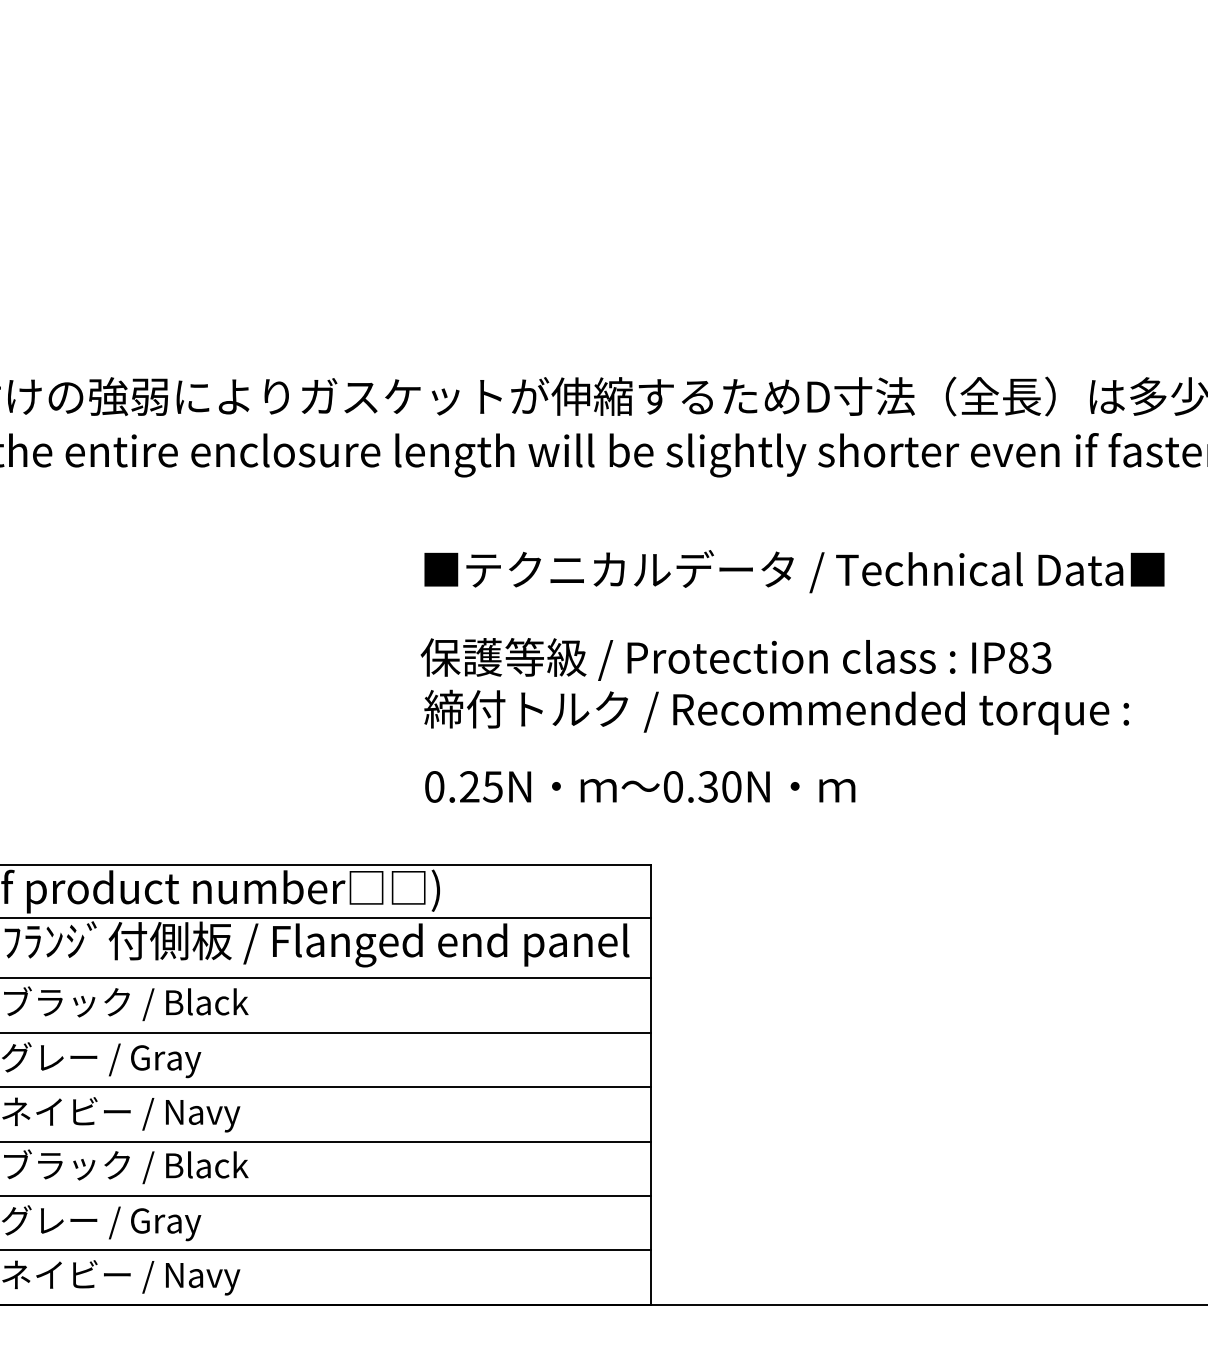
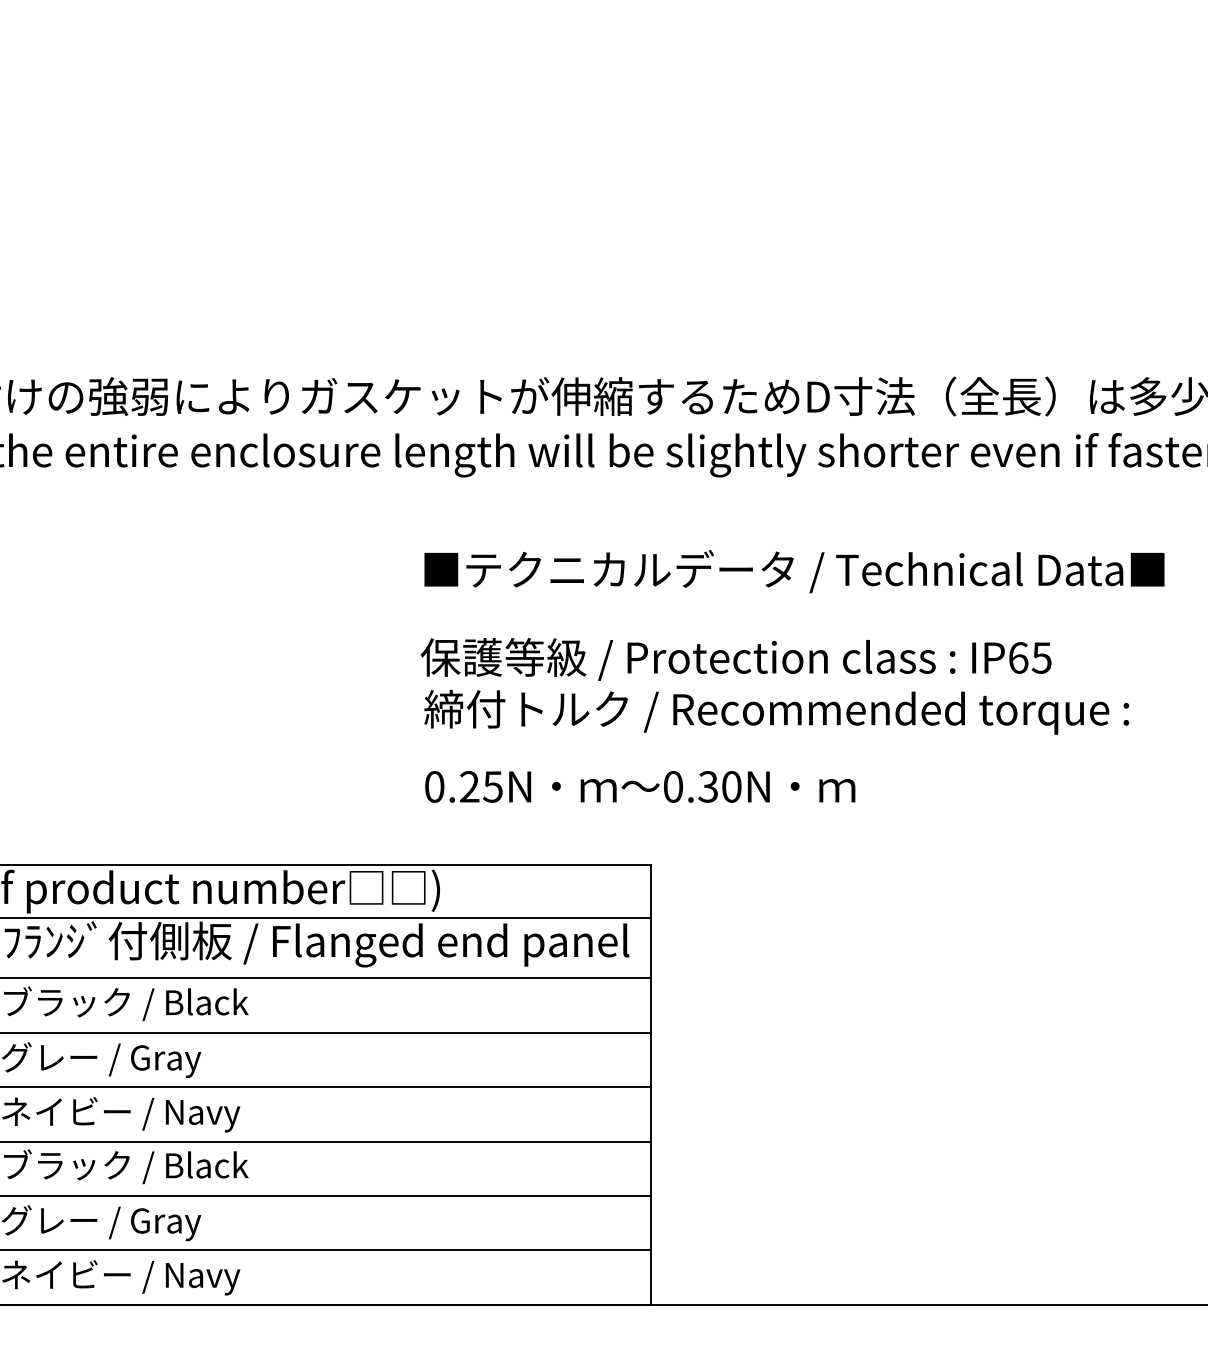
text at (1030, 657): IP83 -> IP65
